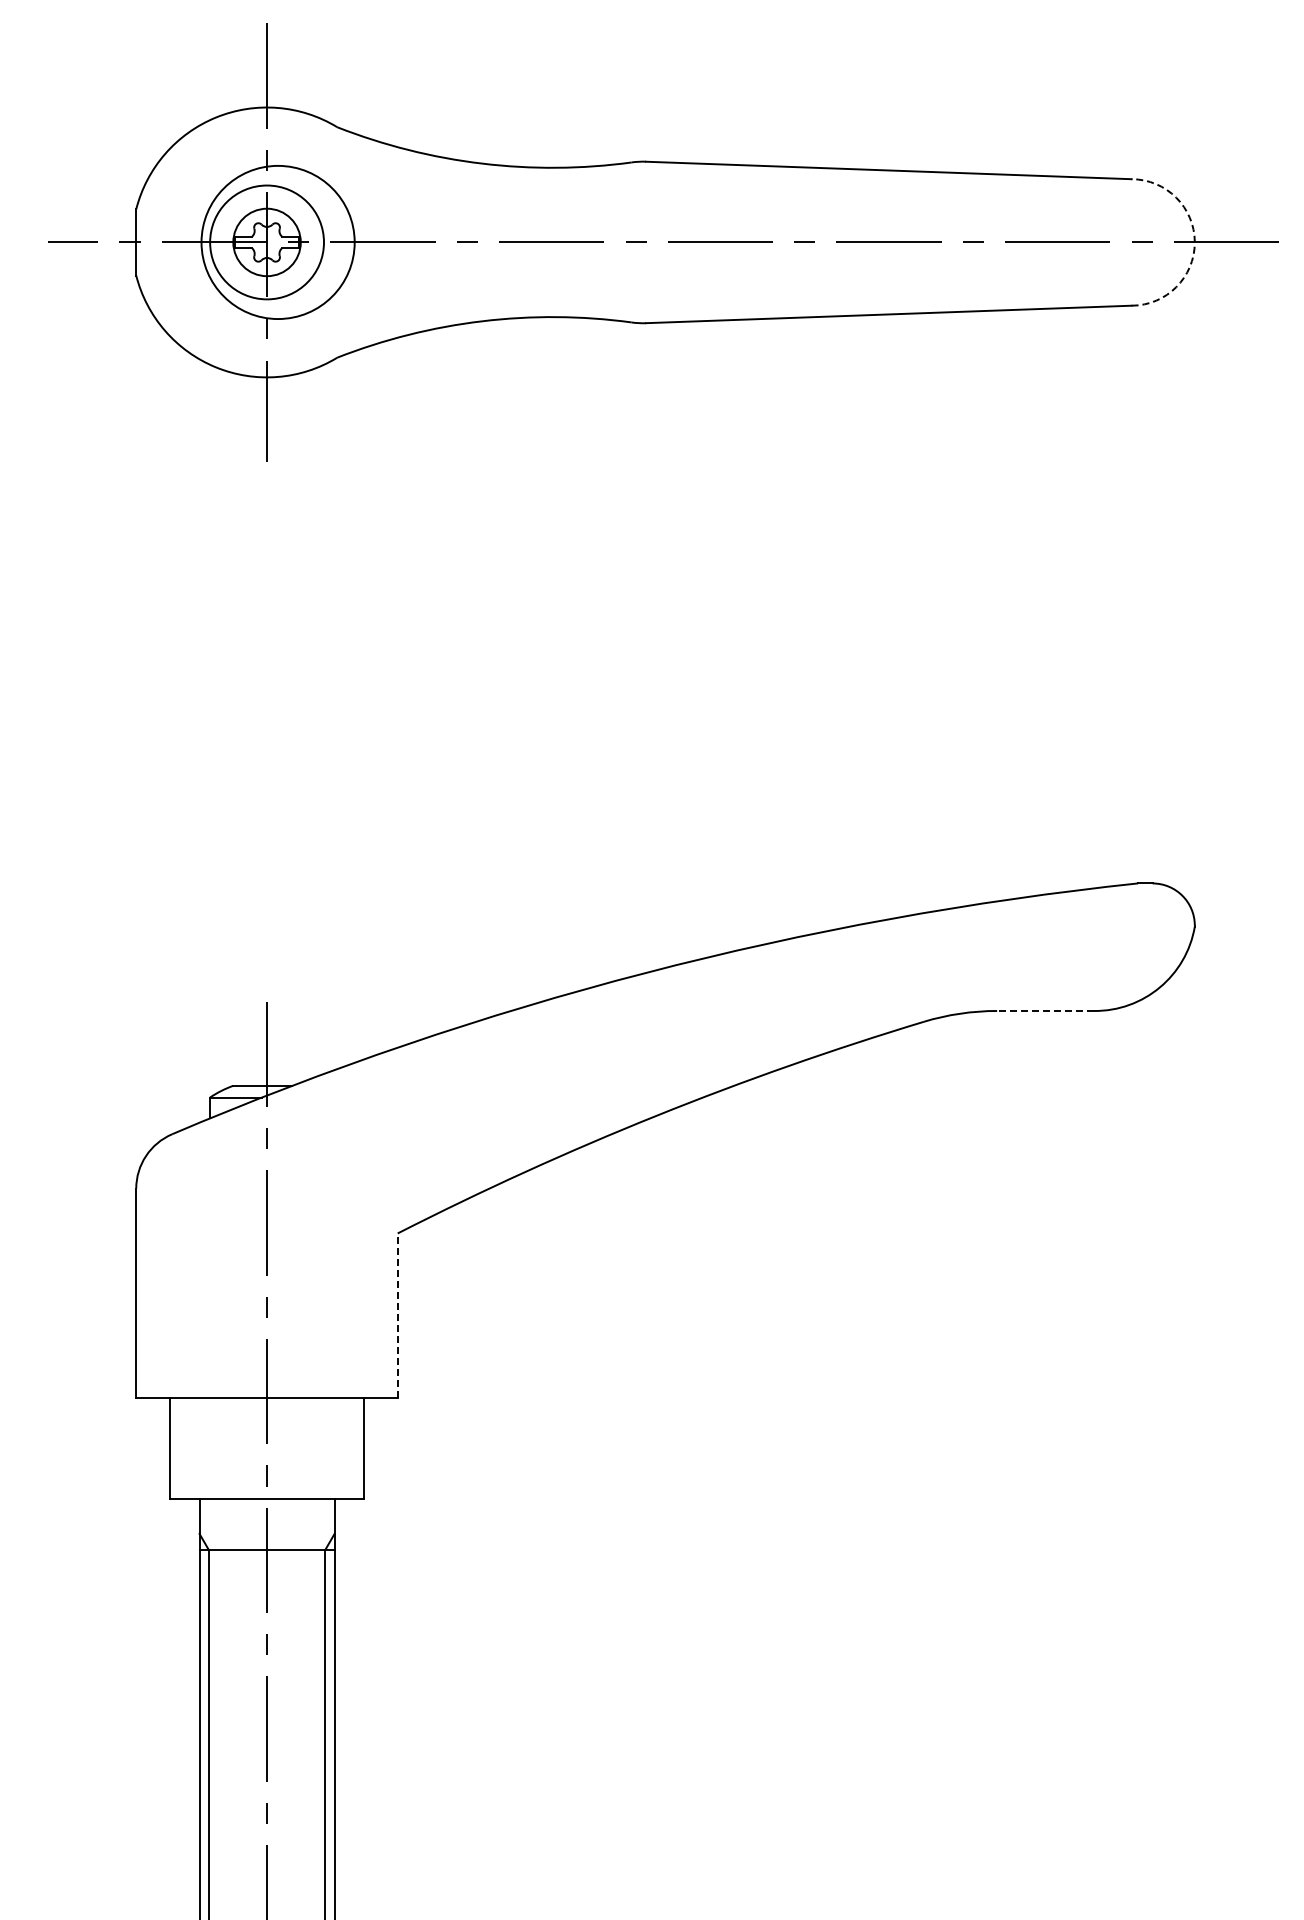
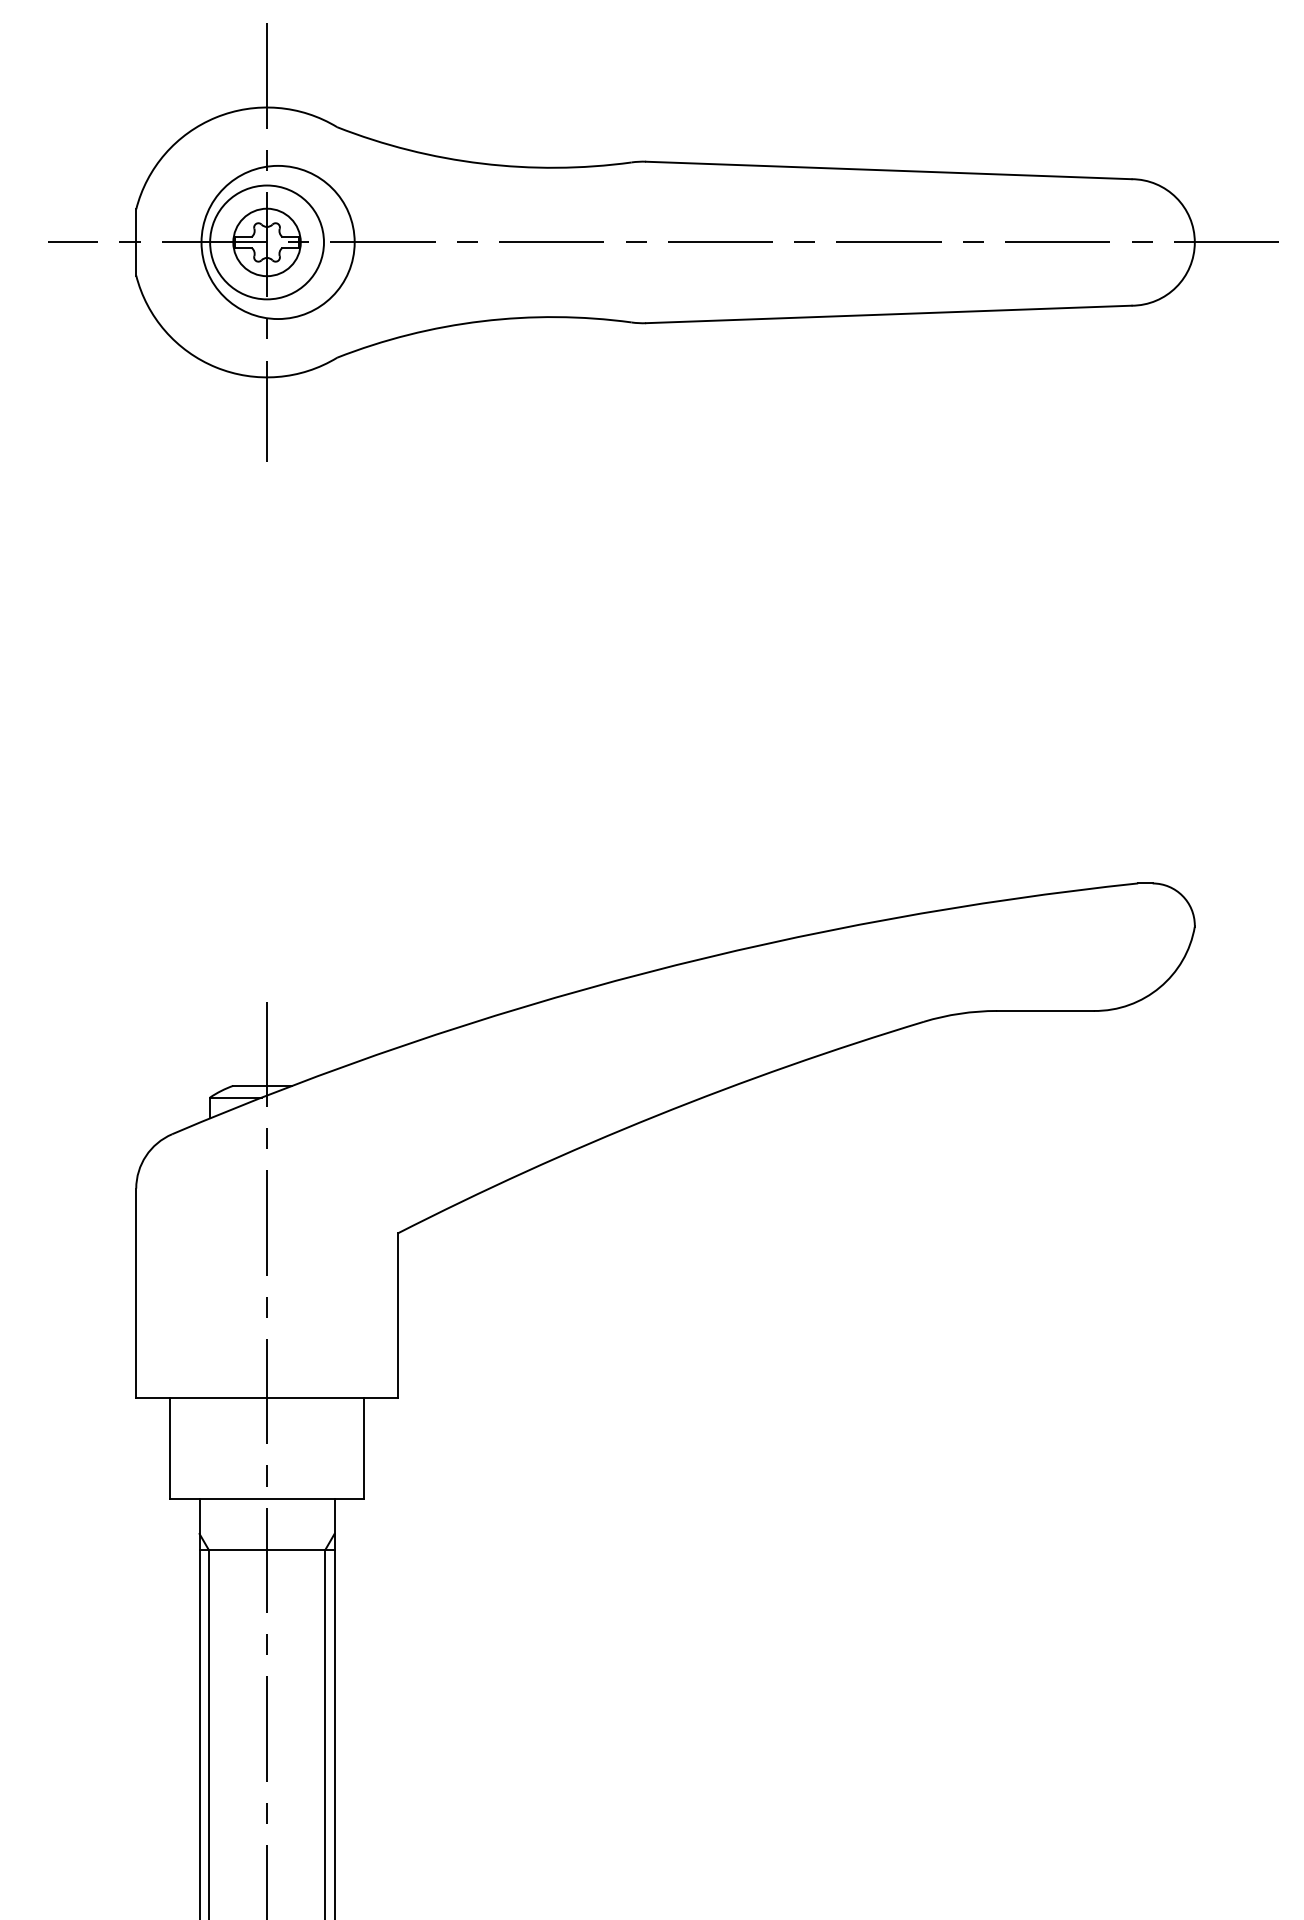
arc at (1194, 242): dashed -> solid
line at (1044, 1010): dashed -> solid
line at (397, 1315): dashed -> solid
